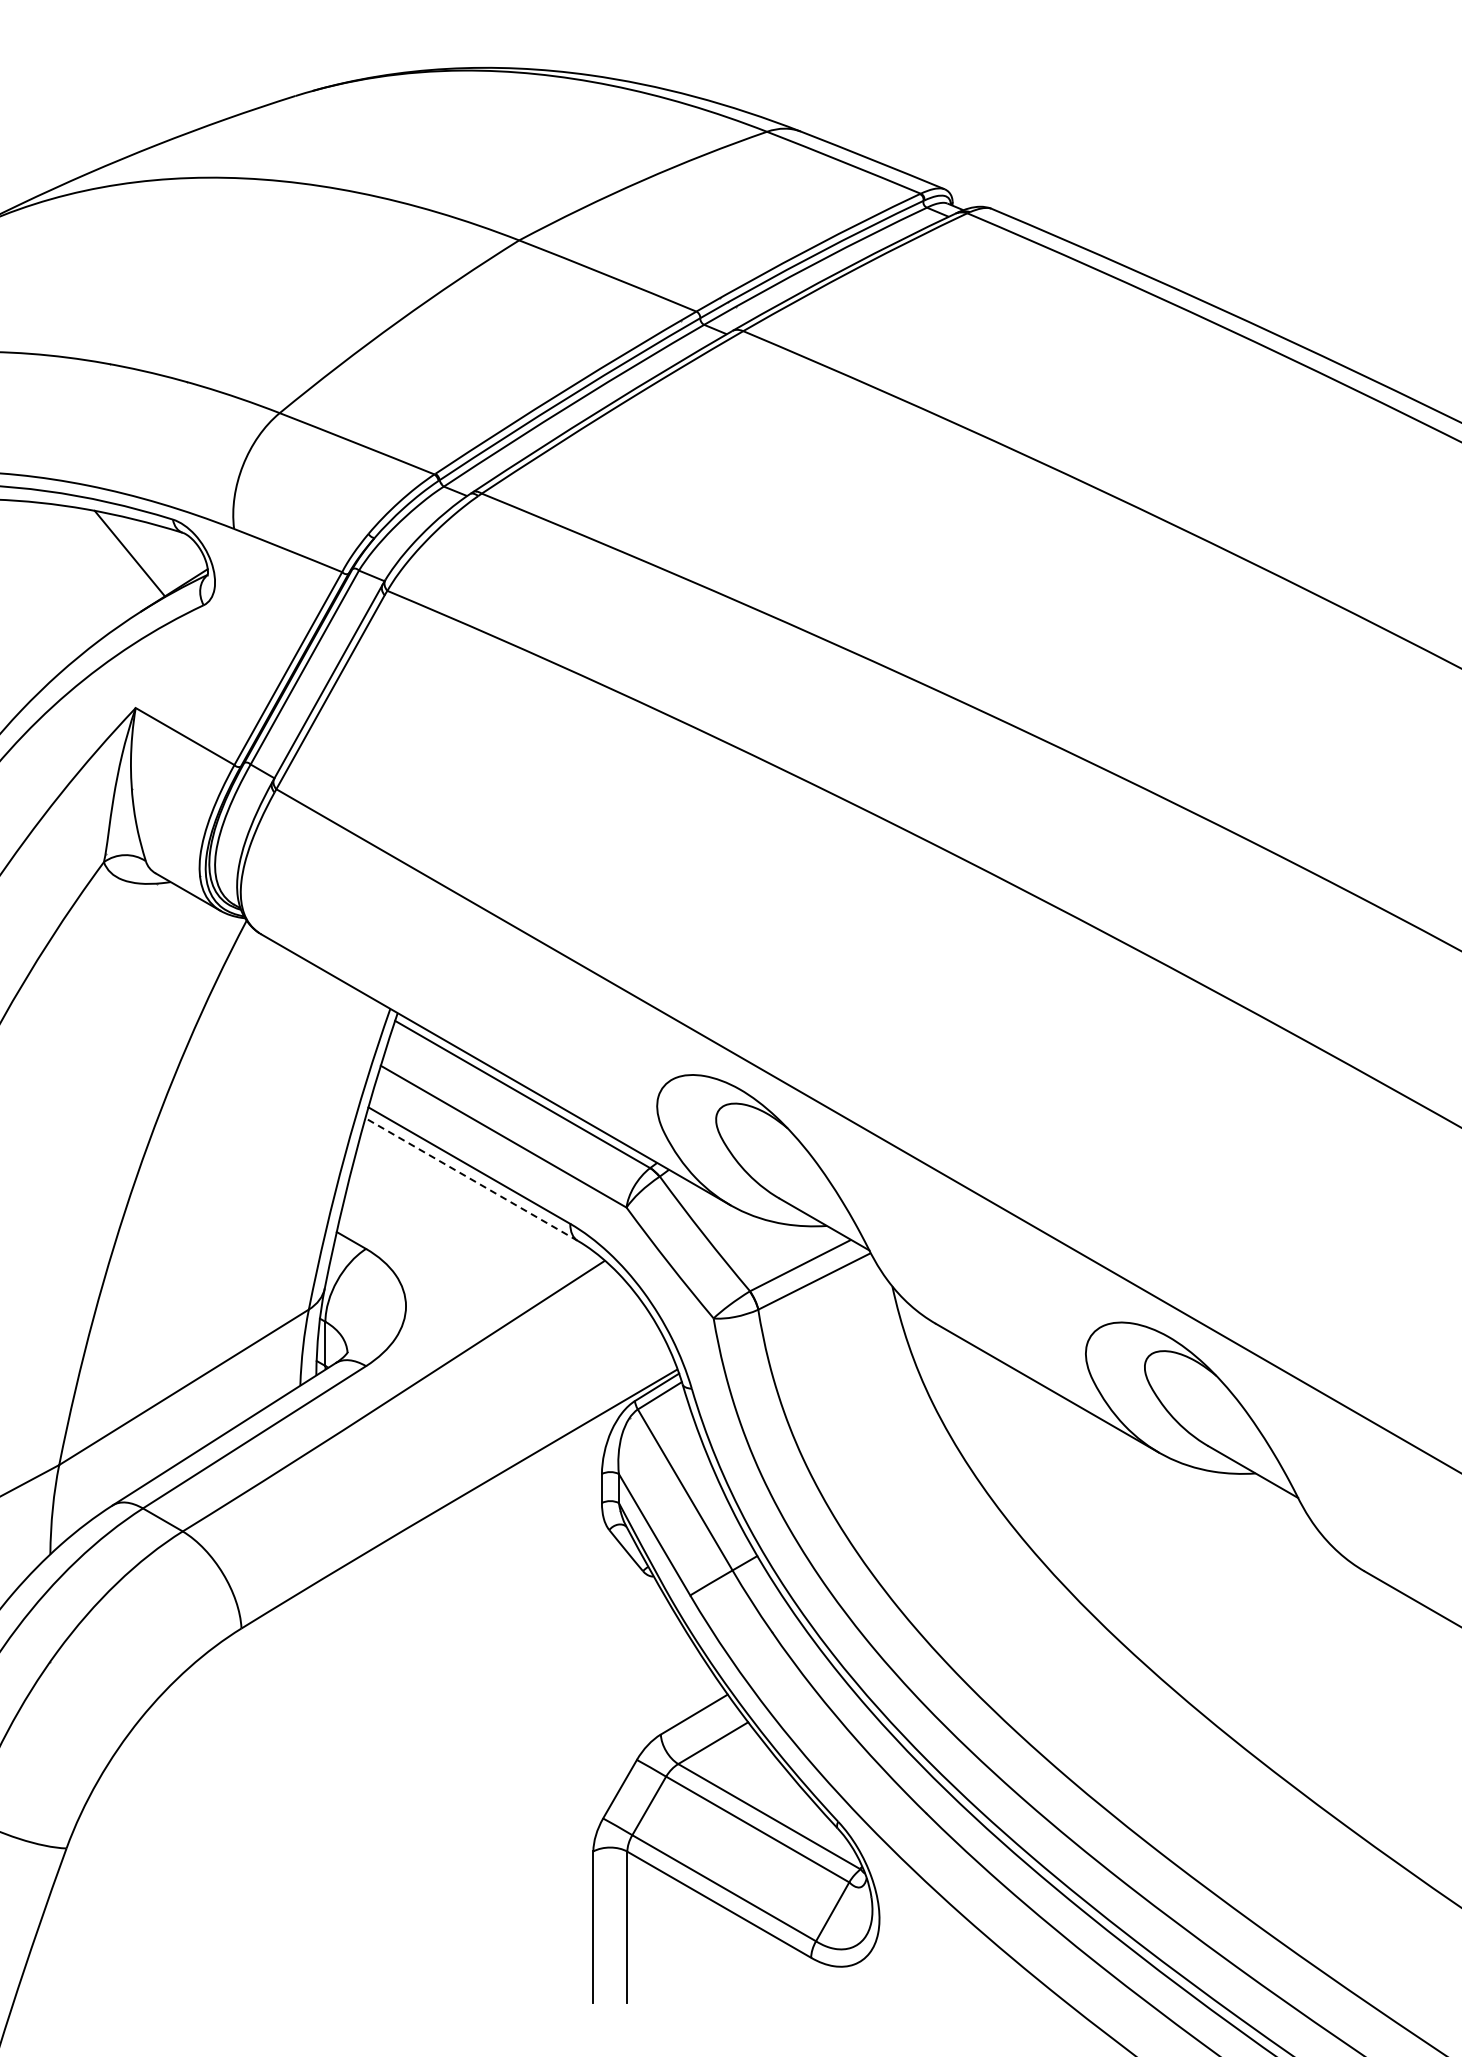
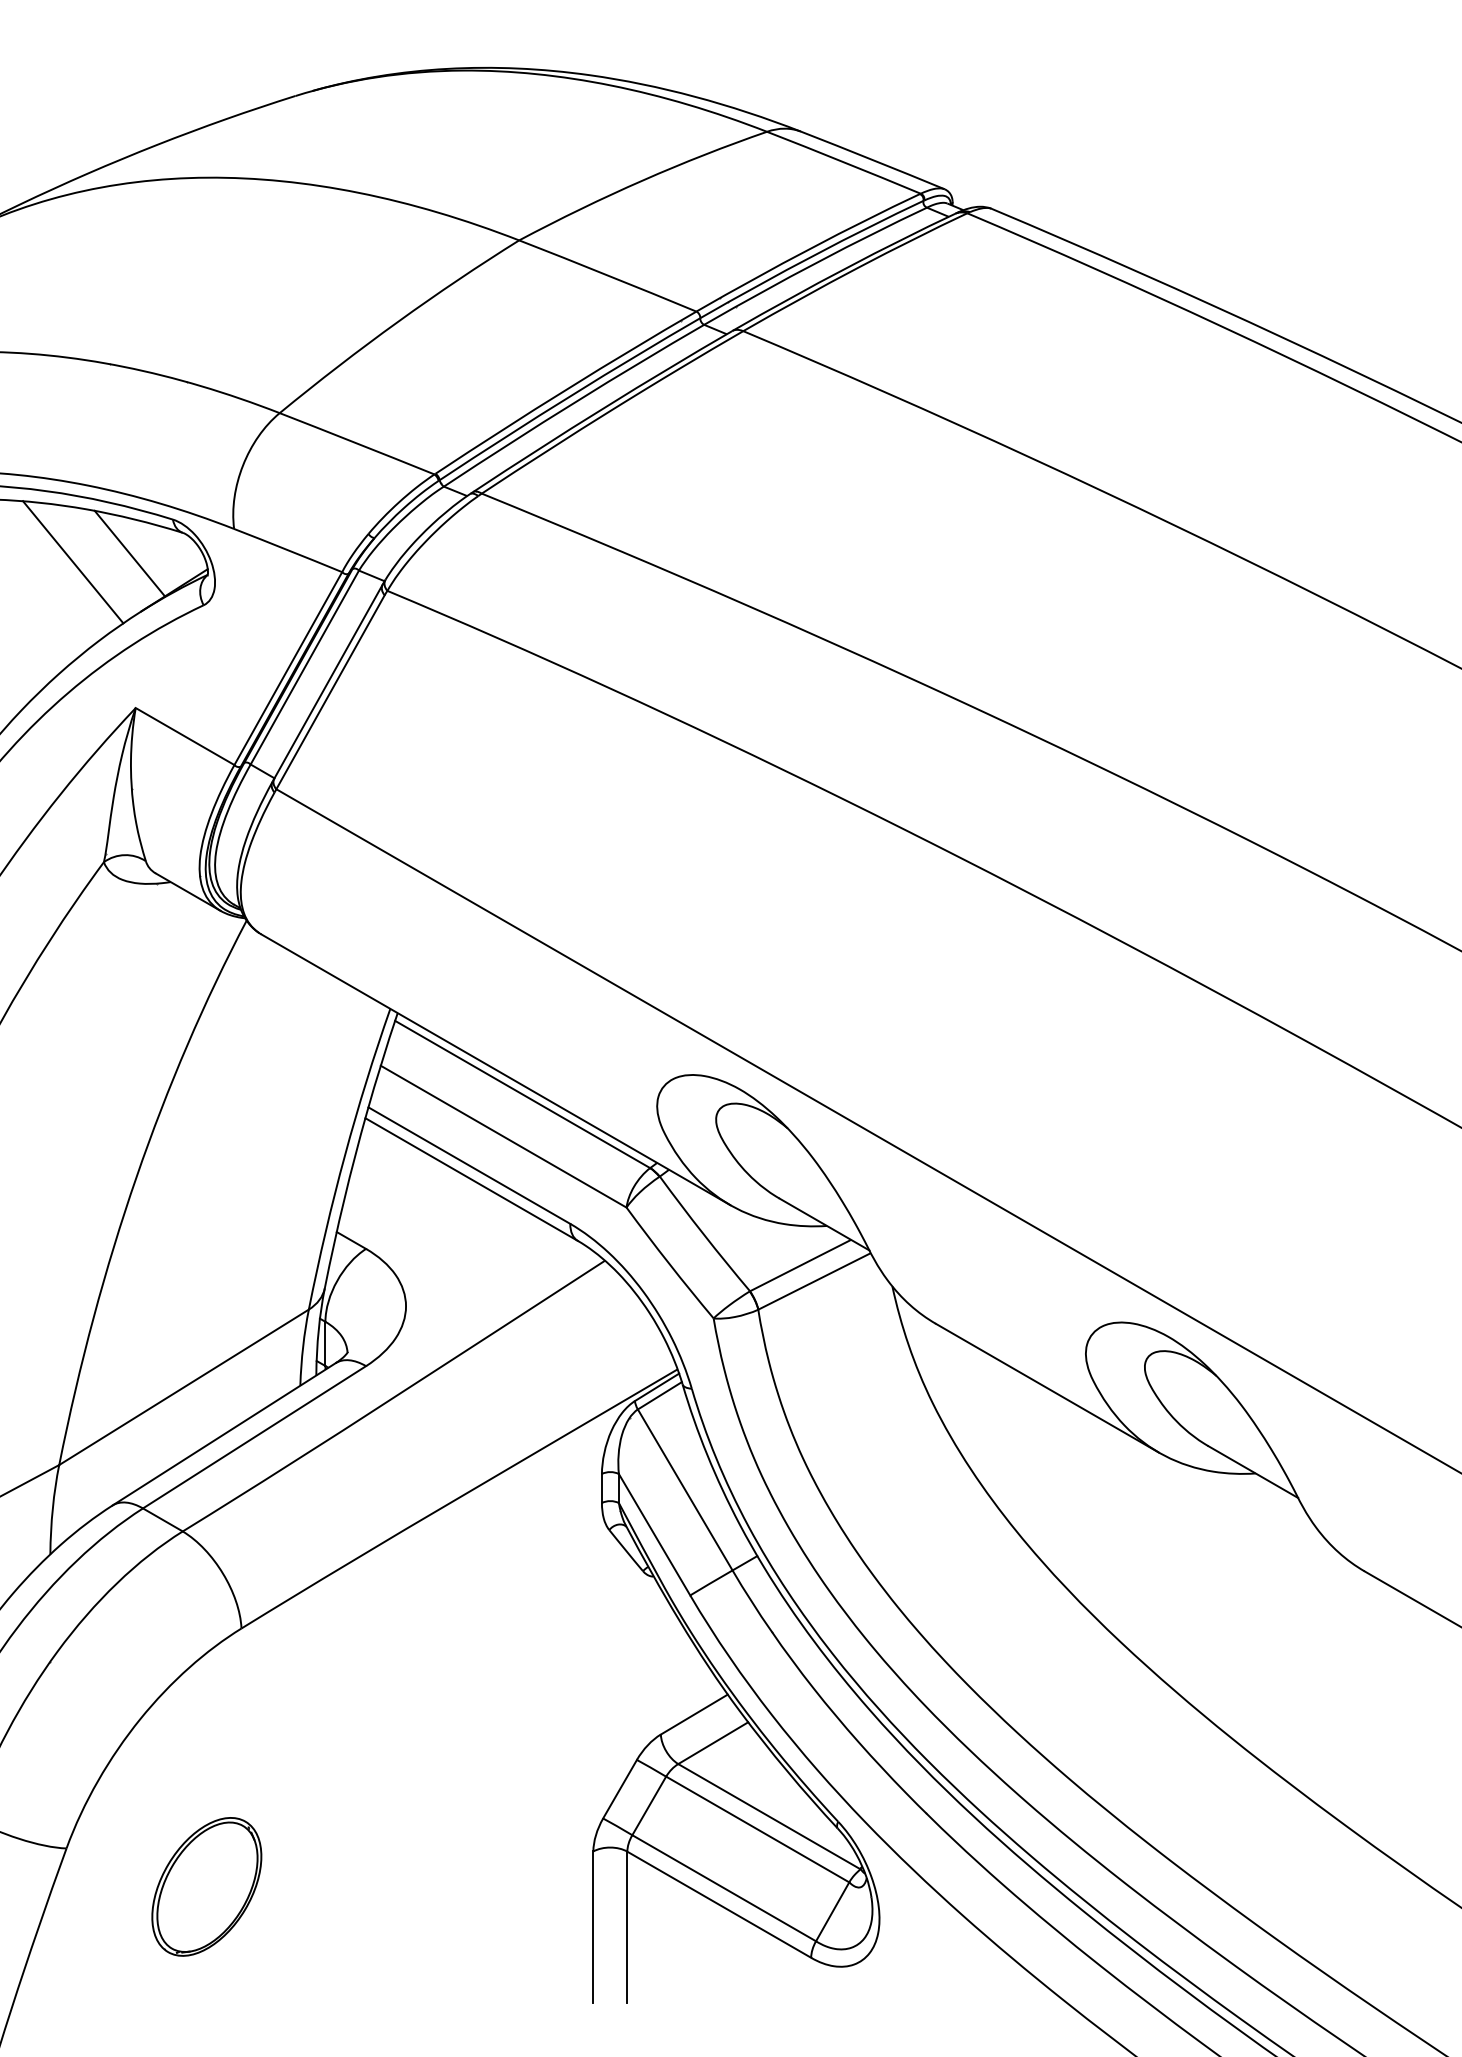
line at (73, 562): none -> present
line at (471, 1179): dashed -> solid
part at (206, 1886): none -> present
